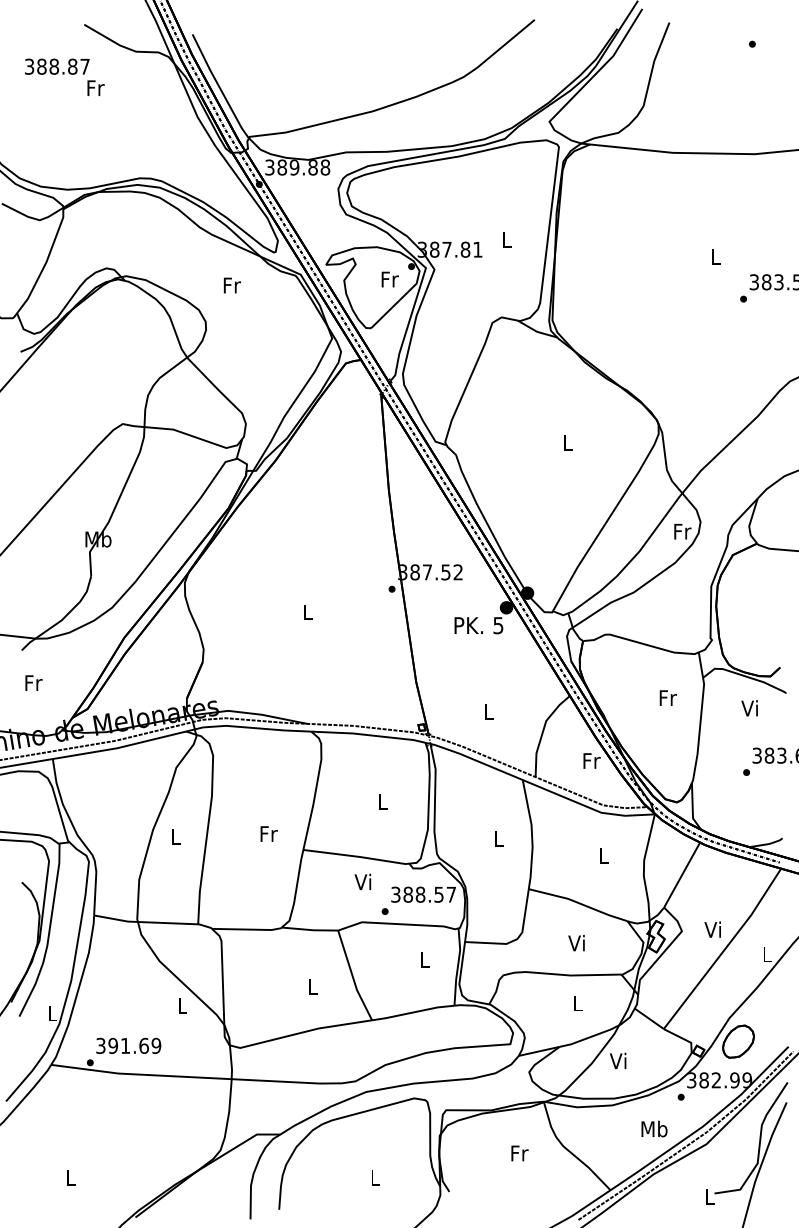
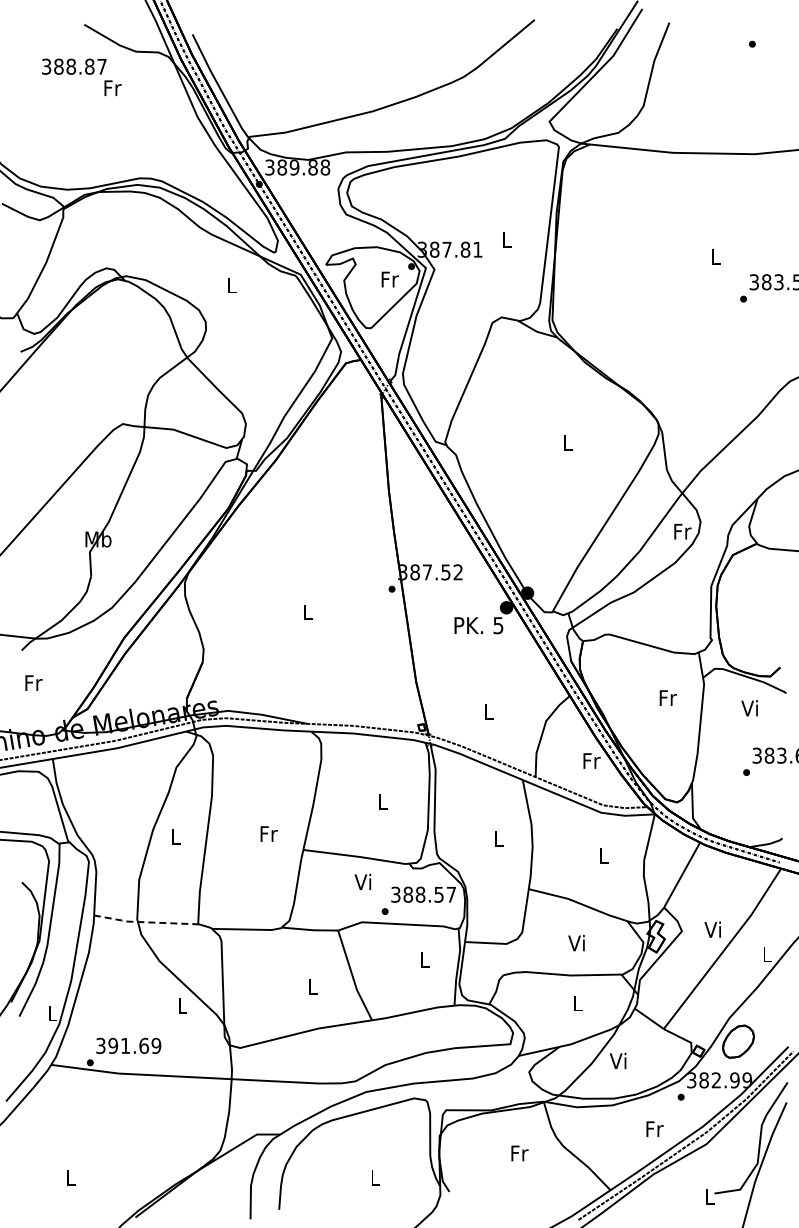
text at (64, 76) position: (64, 76) -> (81, 76)
text at (232, 285): Fr -> L
line at (145, 922): solid -> dashed
text at (654, 1128): Mb -> Fr
